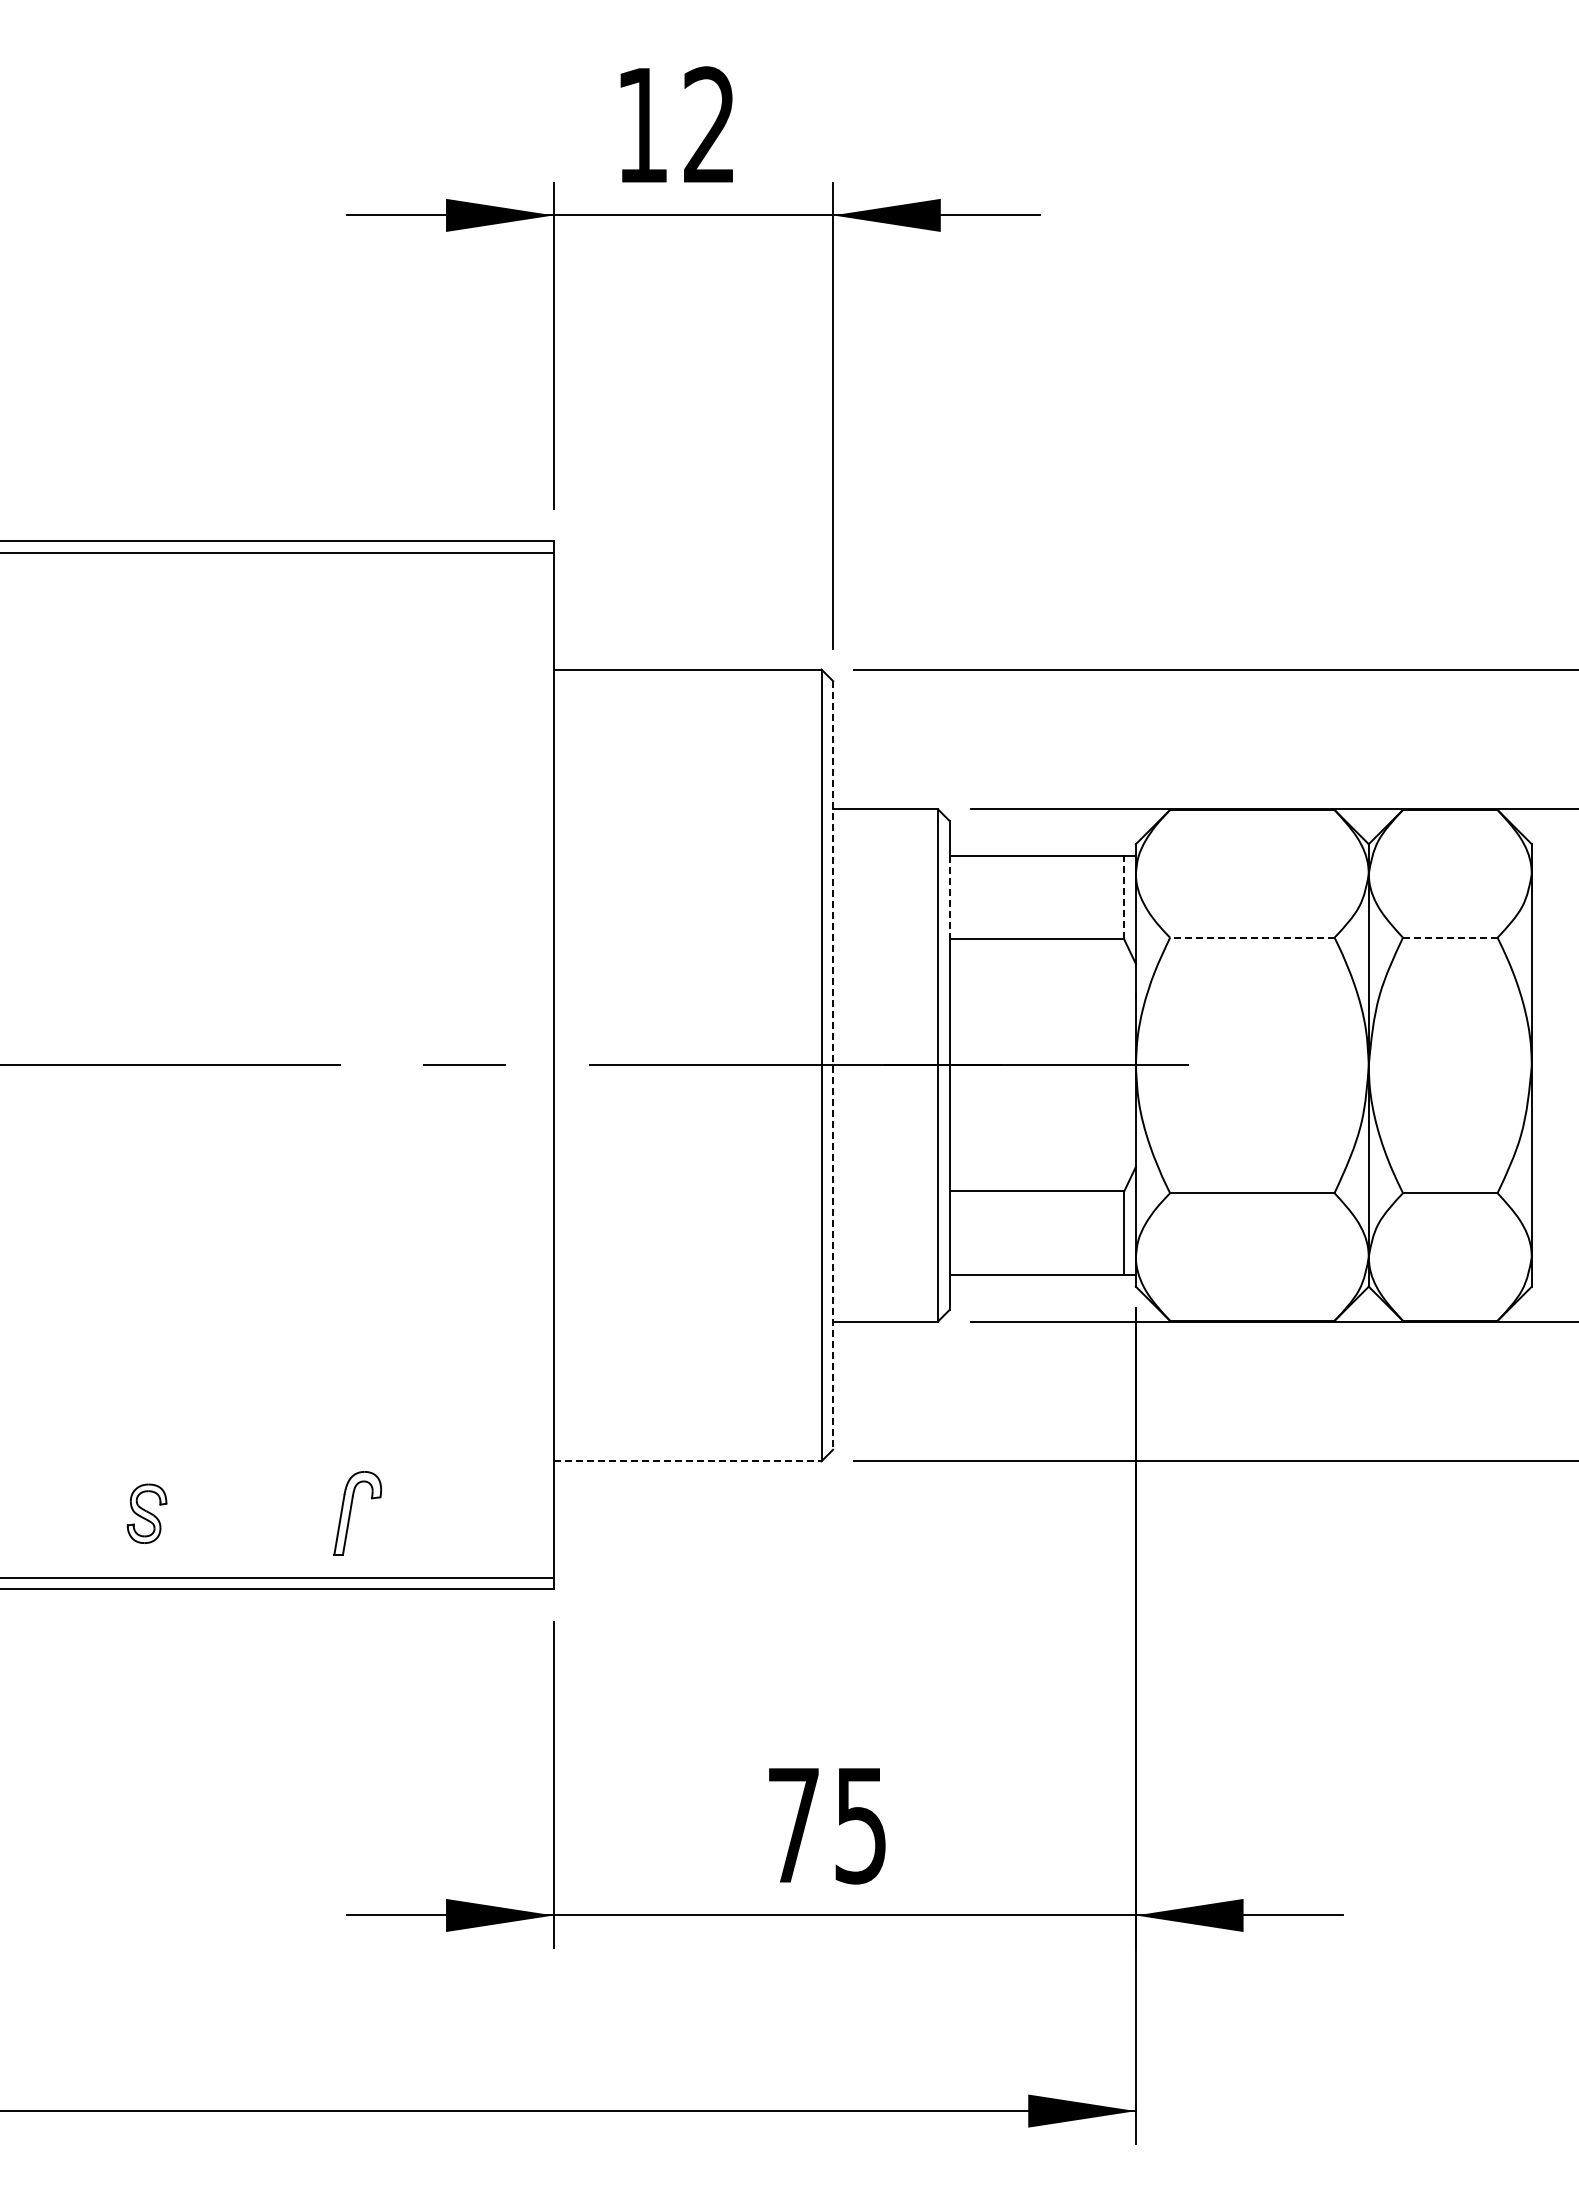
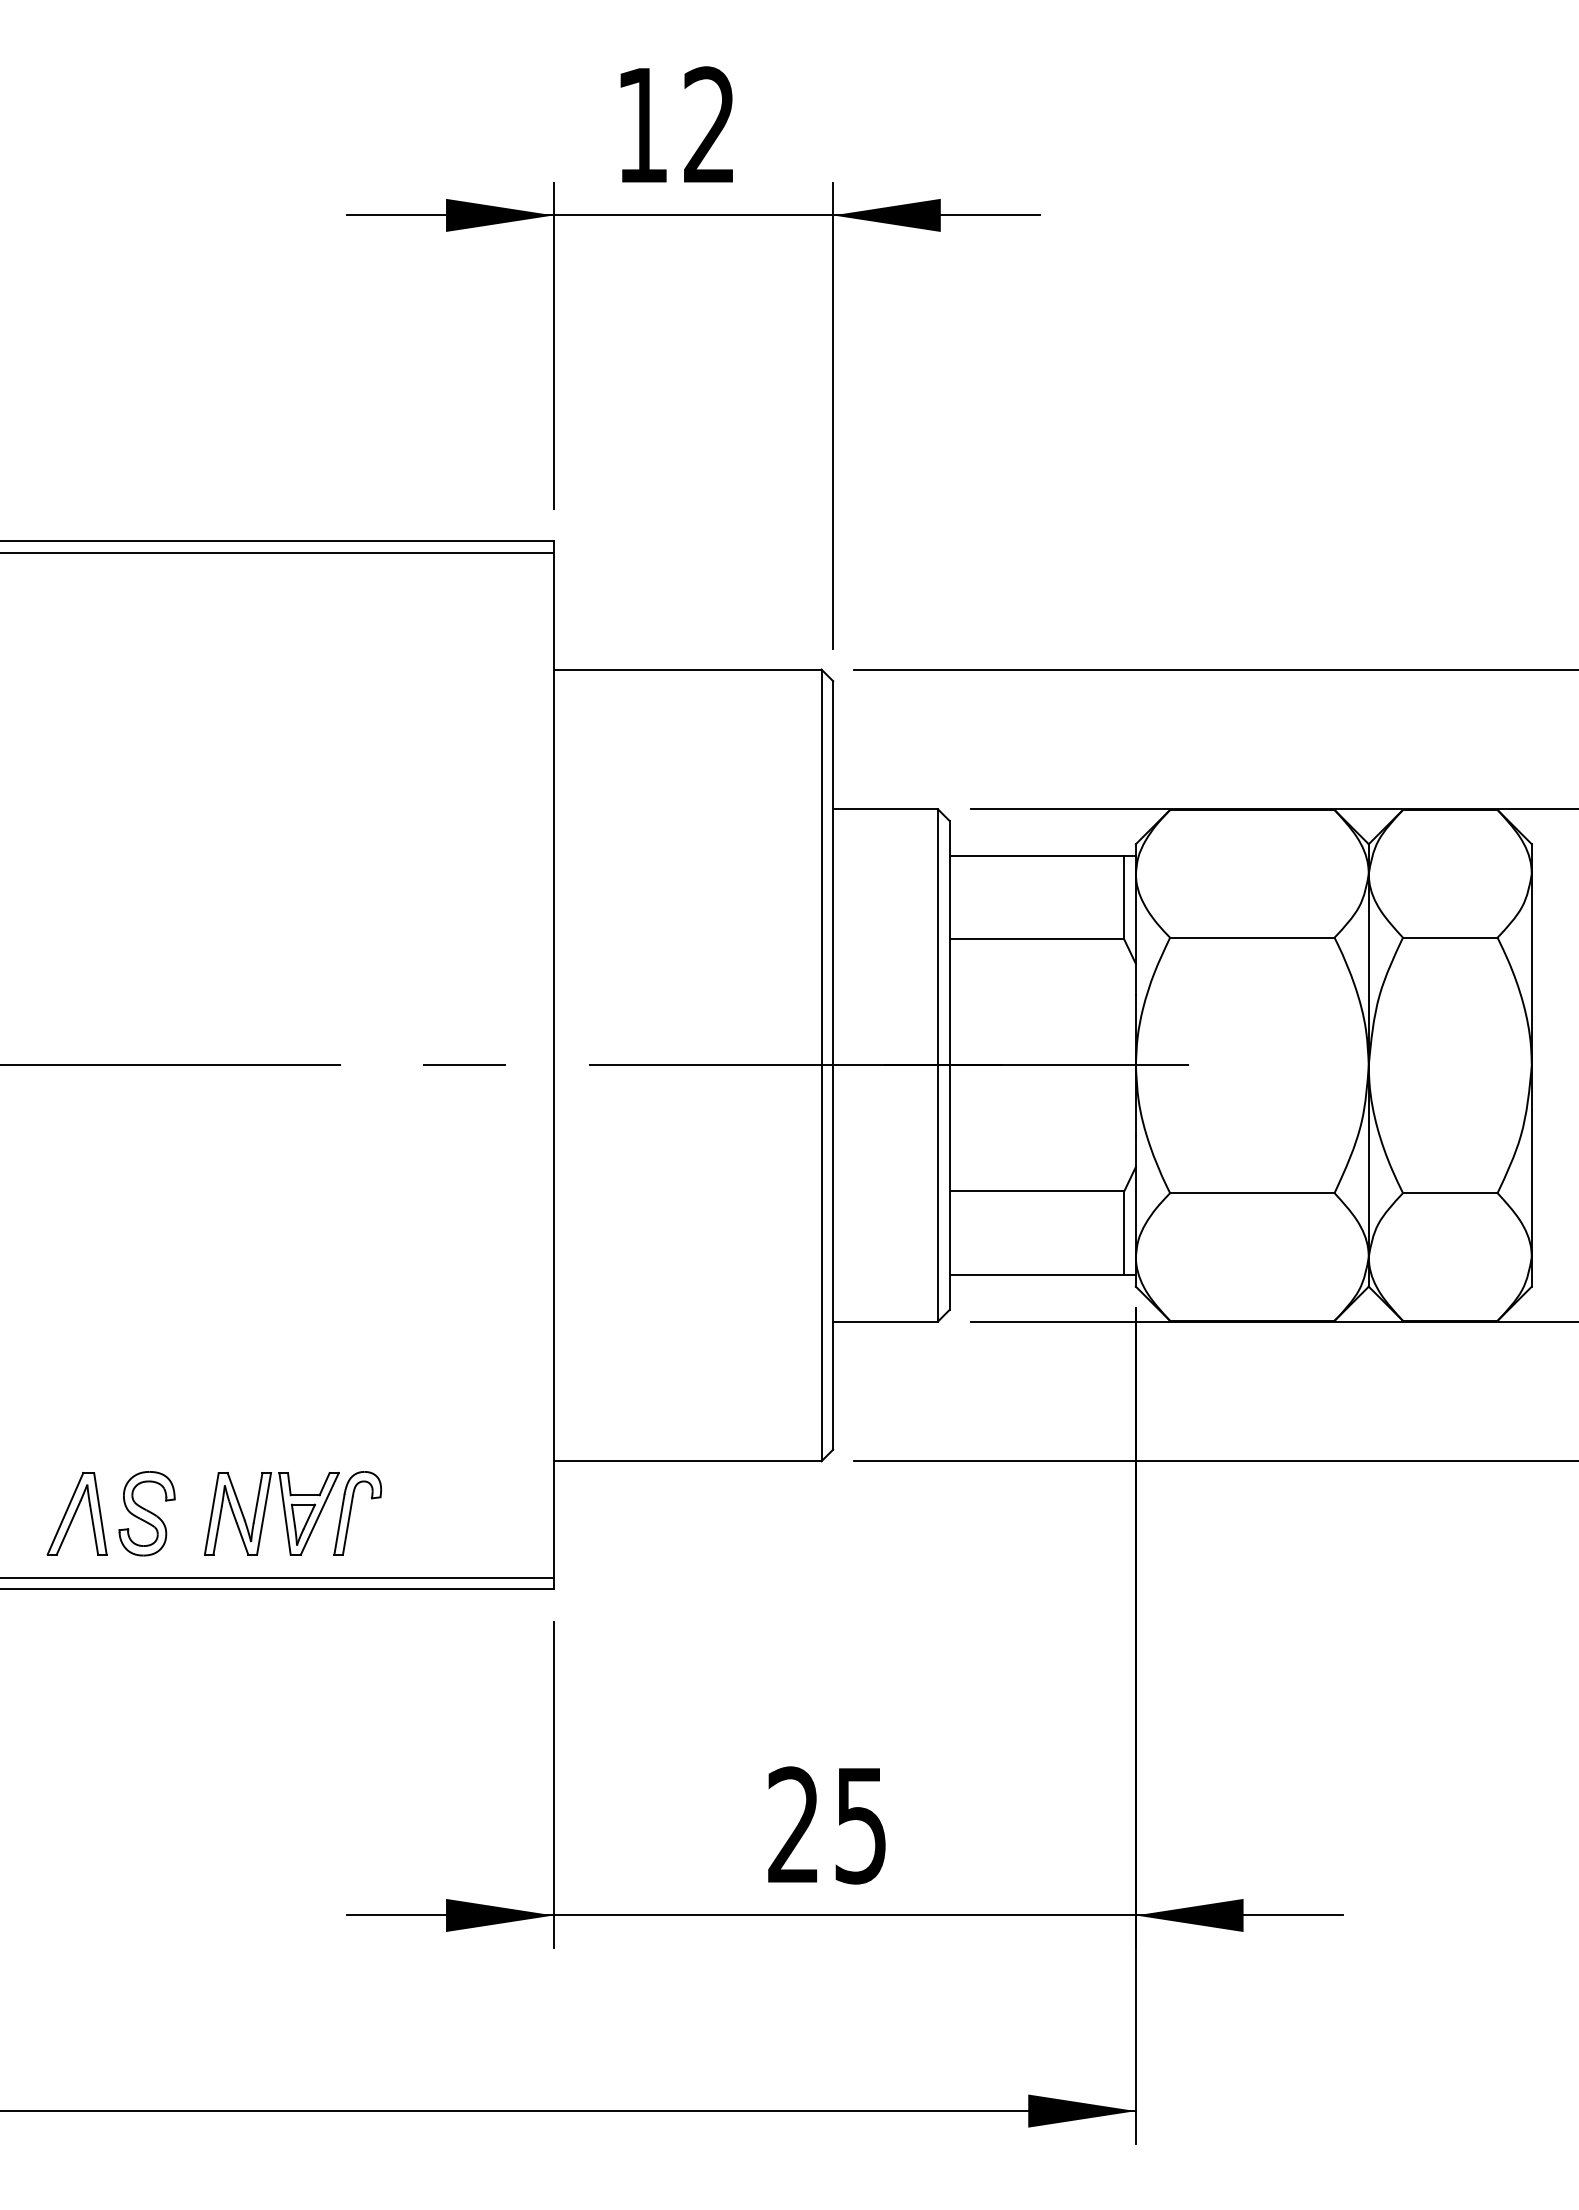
line at (949, 897): dashed -> solid
line at (1124, 897): dashed -> solid
line at (1251, 937): dashed -> solid
line at (1449, 937): dashed -> solid
line at (833, 1065): dashed -> solid
line at (687, 1461): dashed -> solid
part at (265, 1512): none -> present
part at (76, 1513): none -> present
part at (146, 1513) size: 42x61 px -> 58x86 px
text at (793, 1824): 75 -> 25
